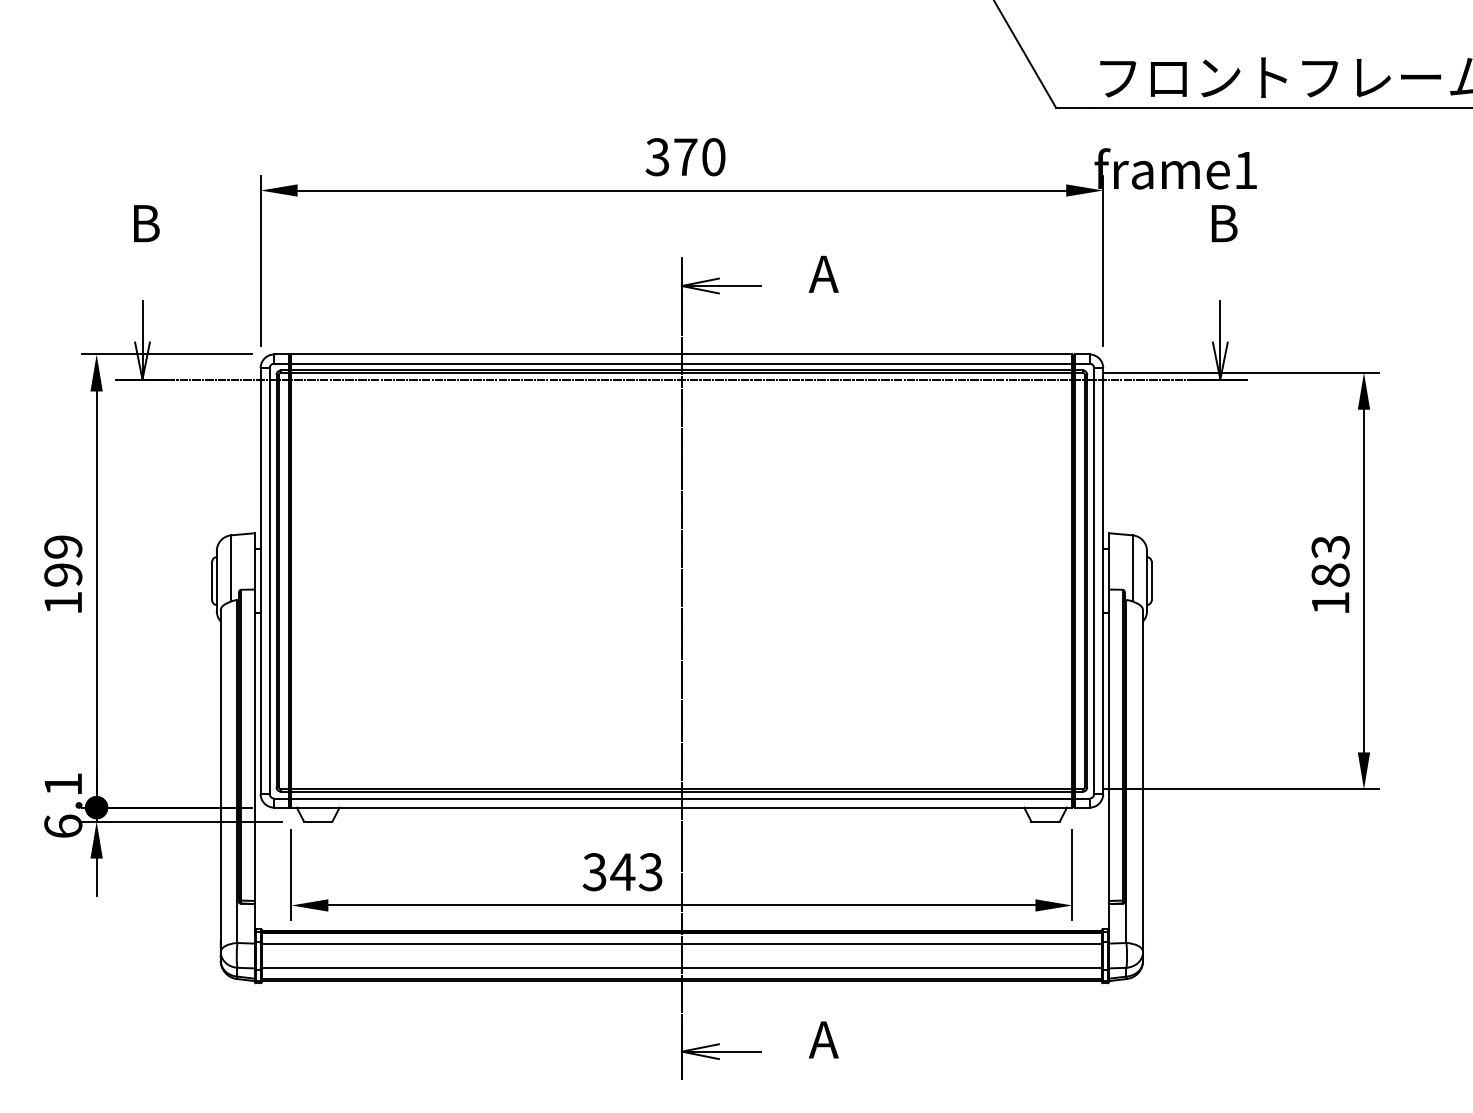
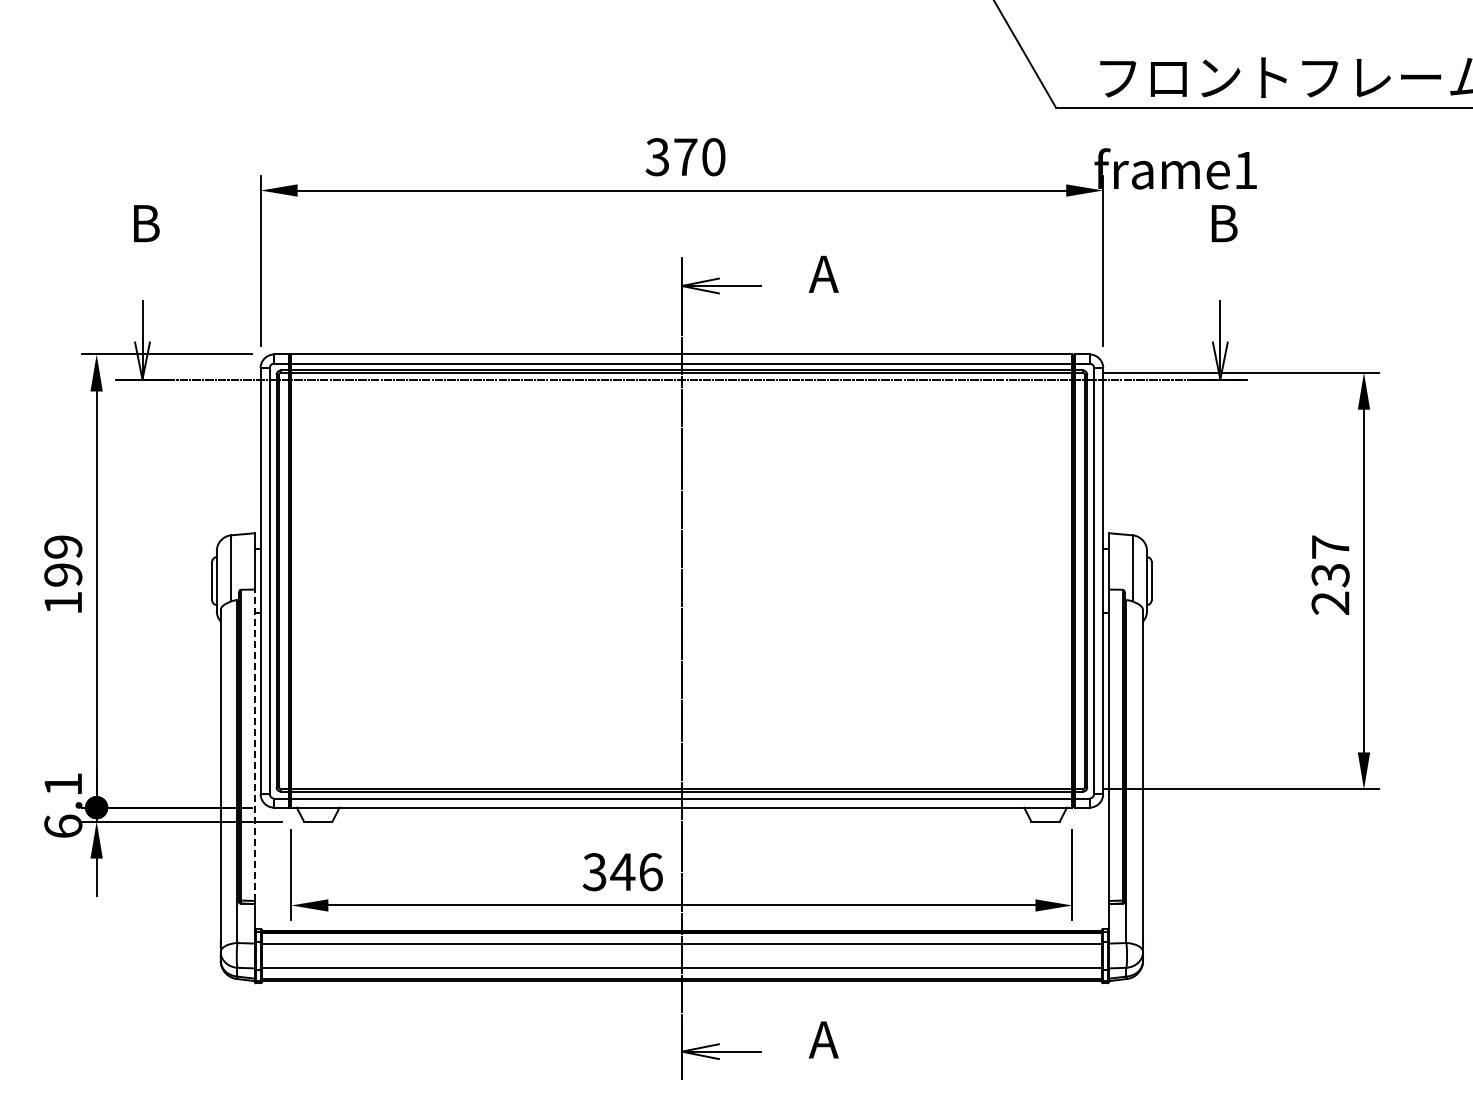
text at (1330, 574): 183 -> 237
line at (254, 745): solid -> dashed
text at (650, 872): 343 -> 346
